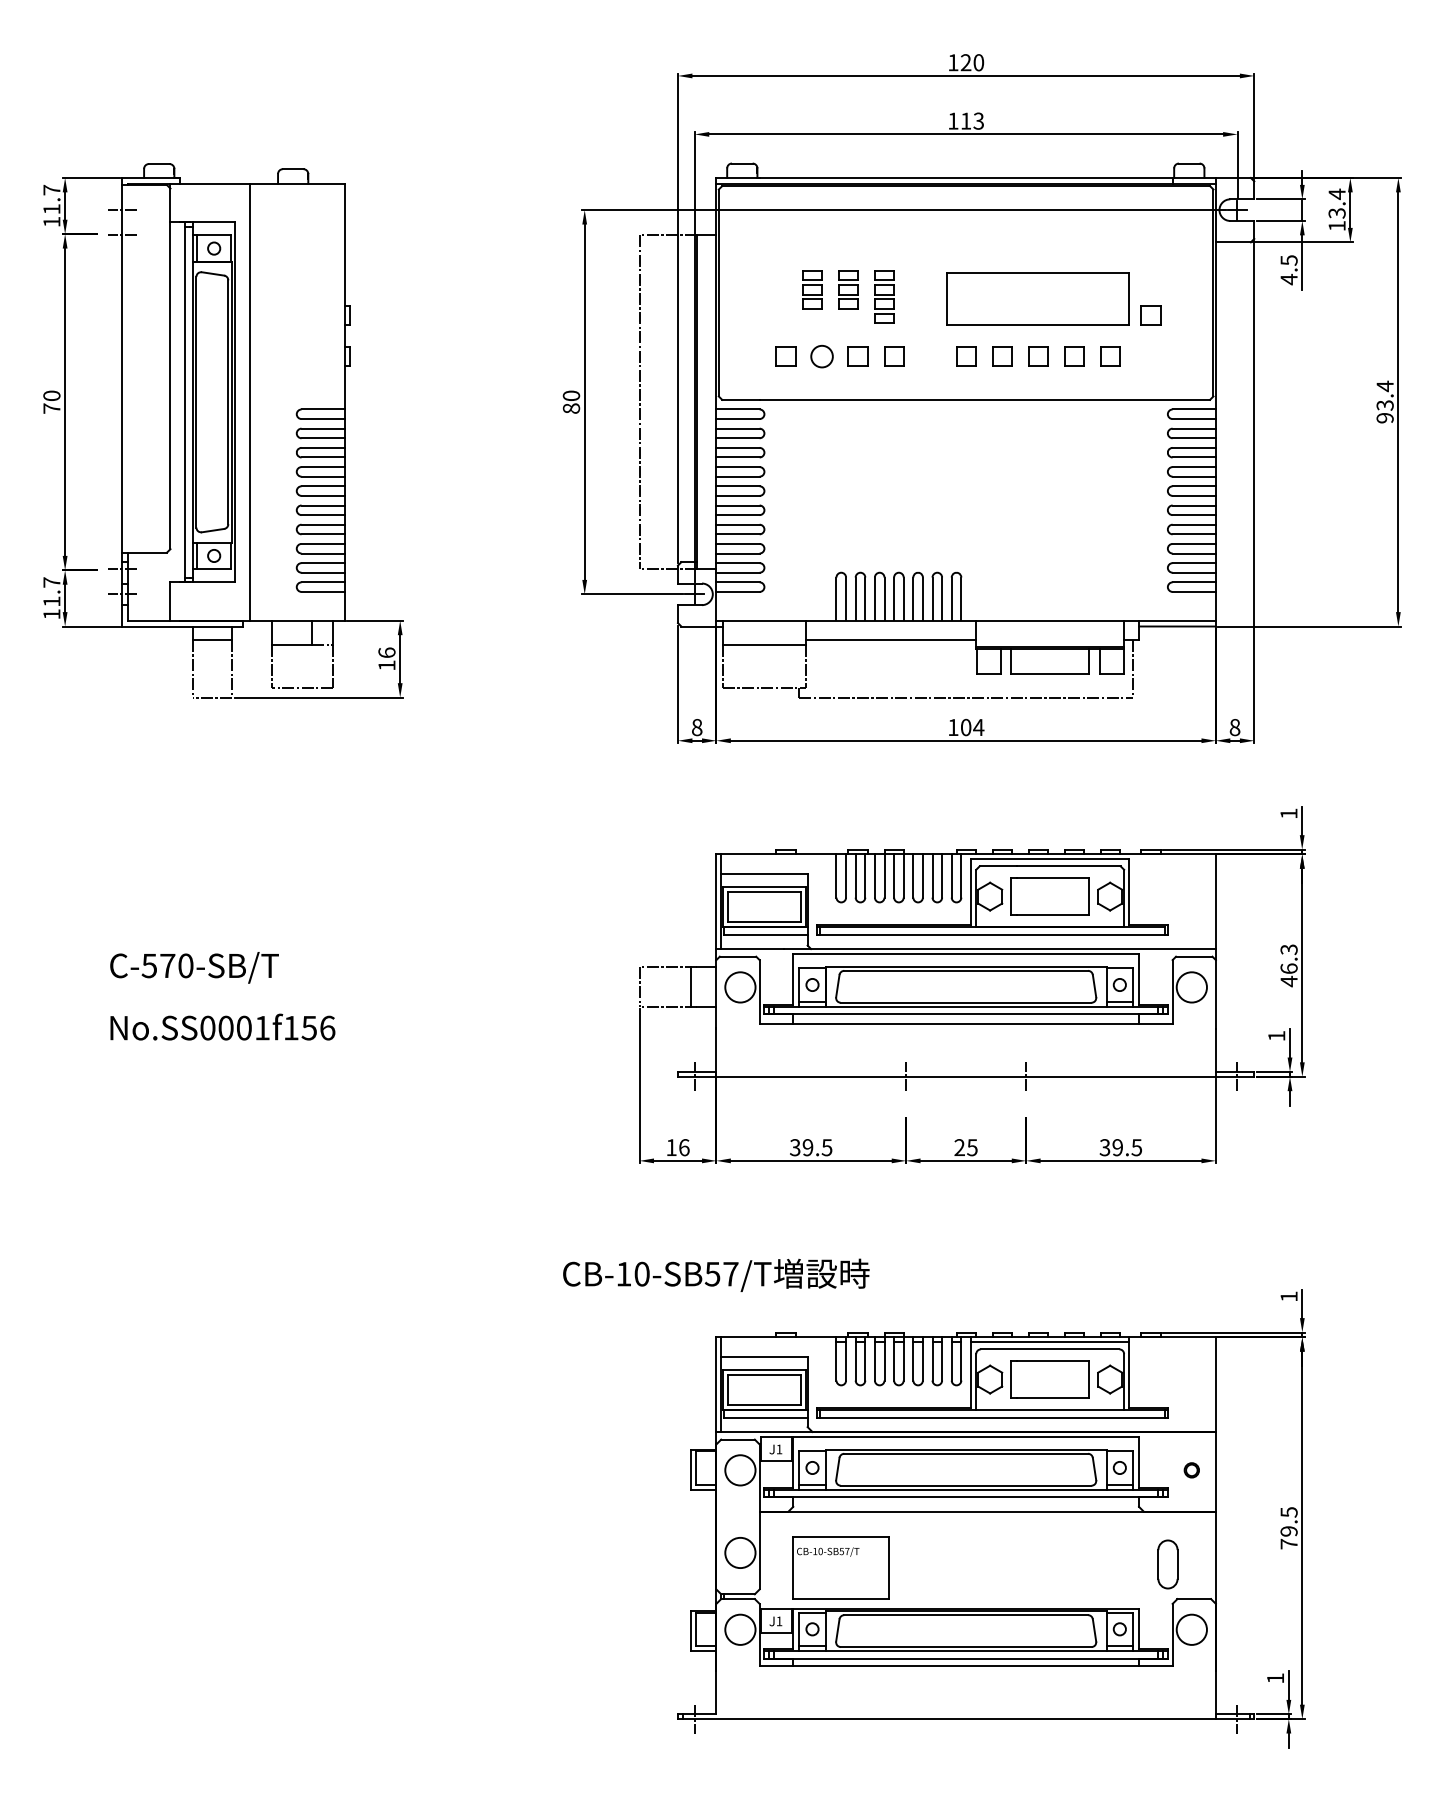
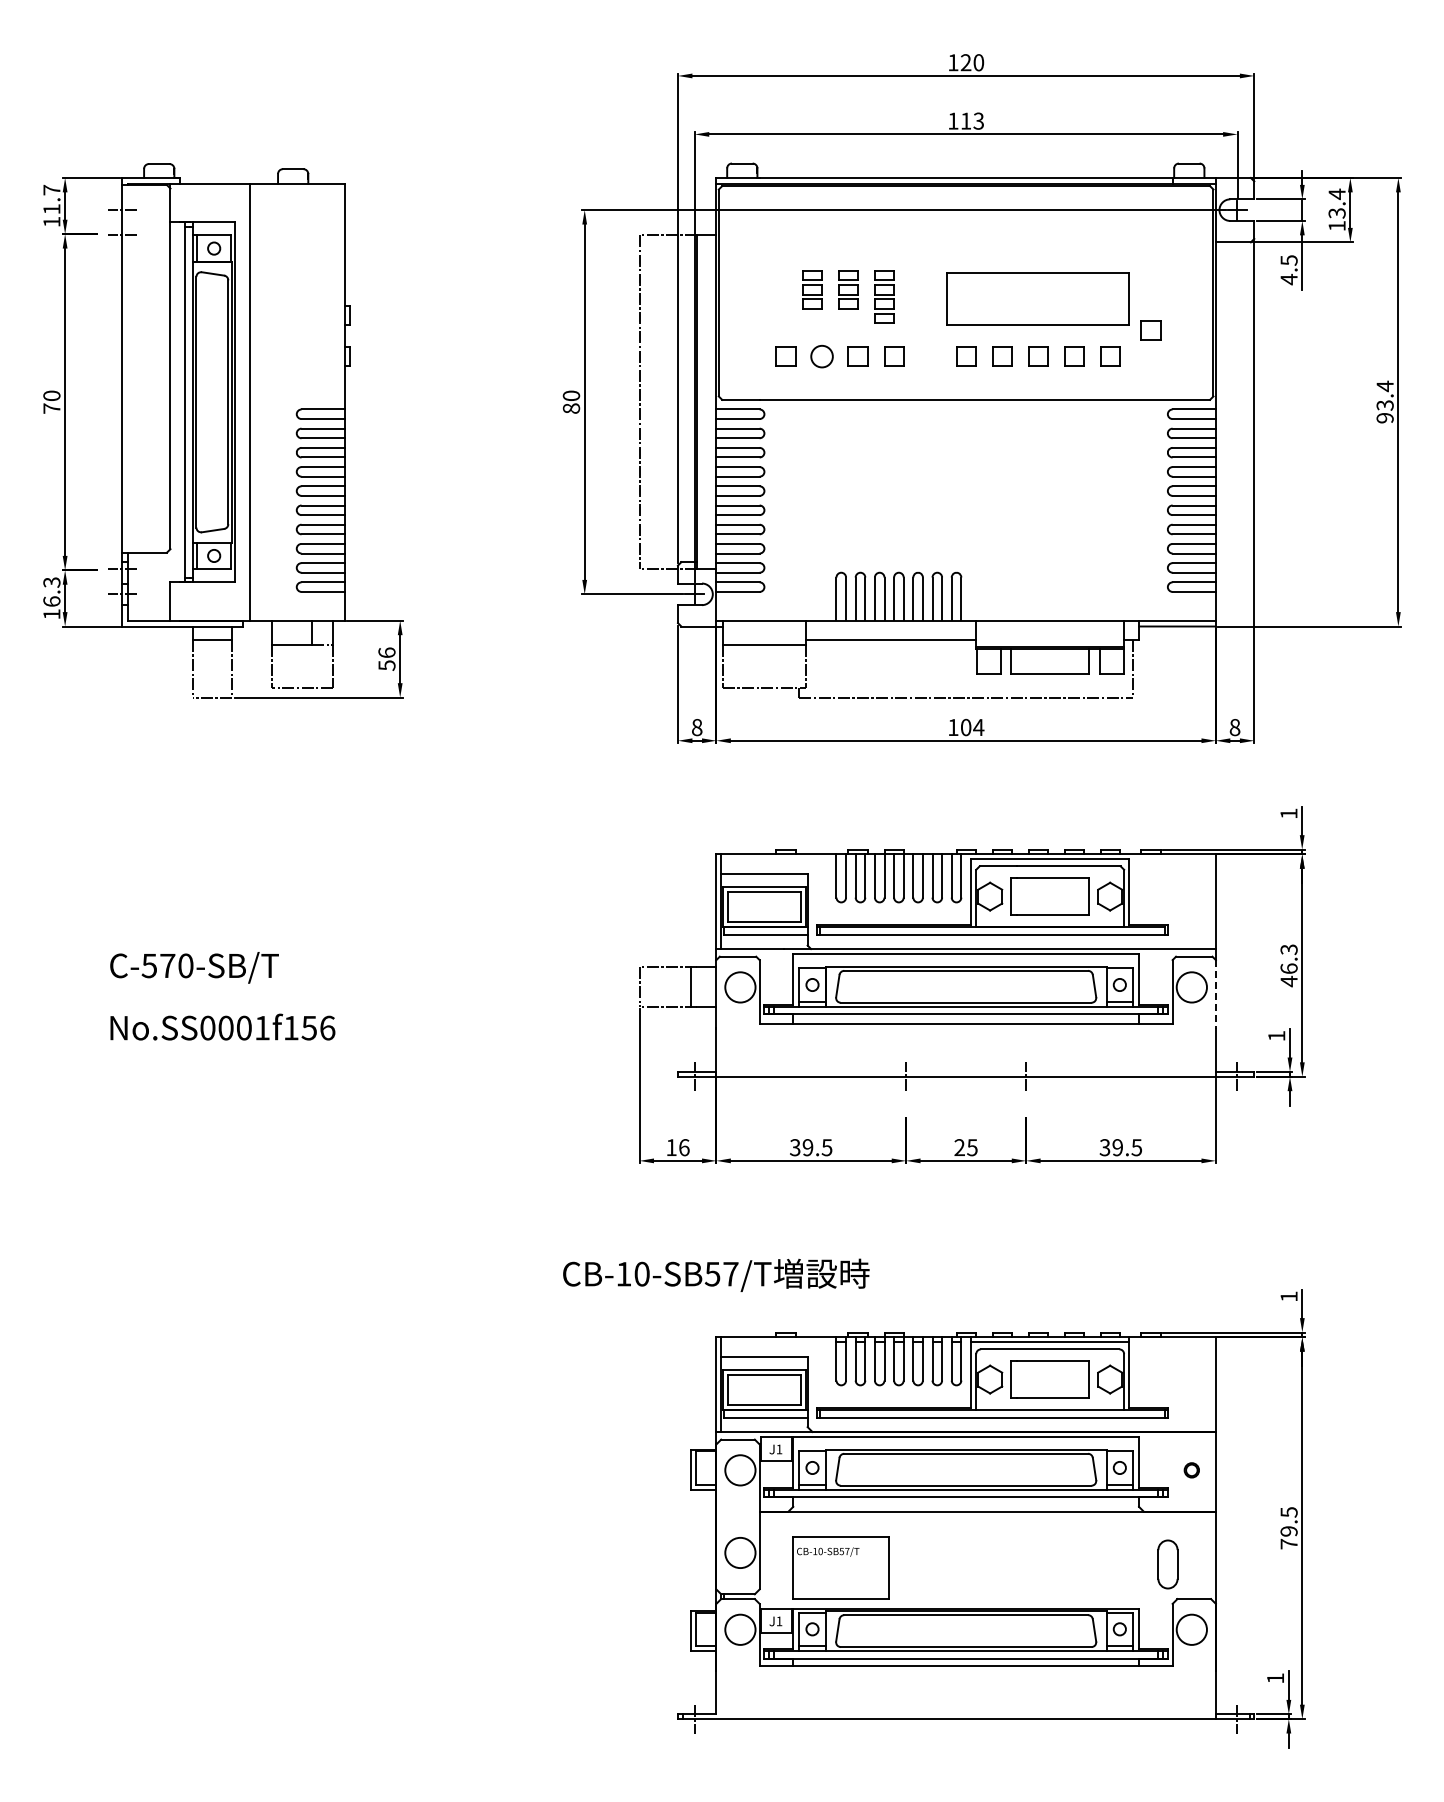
part at (1150, 315) position: (1150, 315) -> (1150, 330)
text at (51, 591): 11.7 -> 16.3
text at (386, 665): 16 -> 56
line at (1215, 994): solid -> dashed
